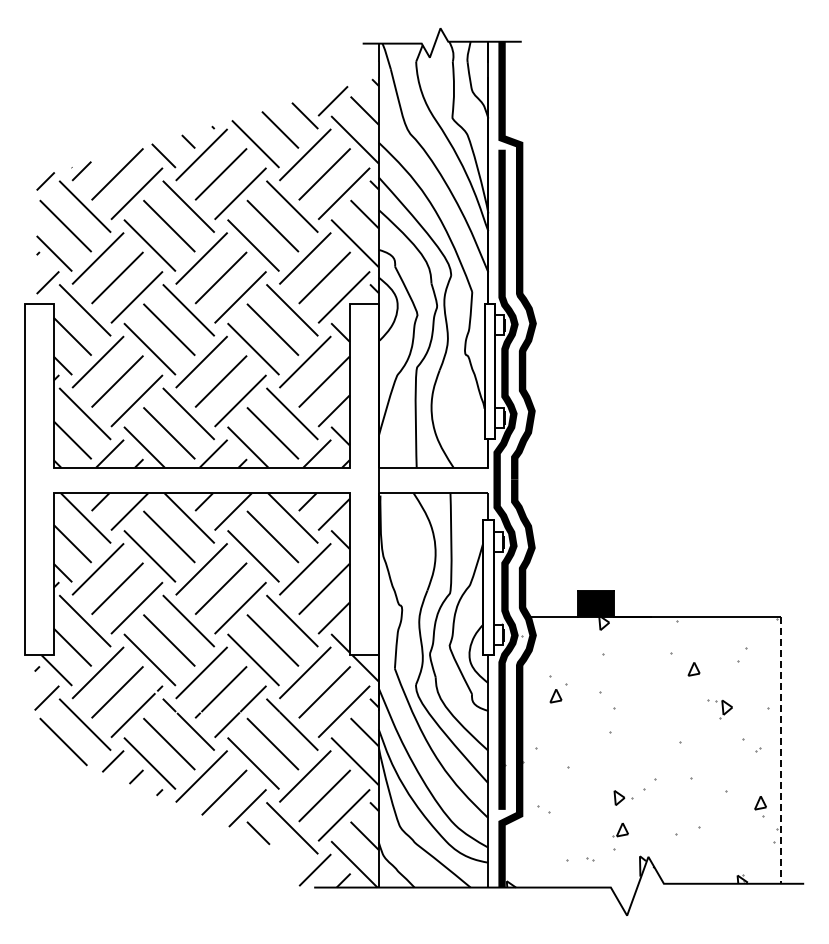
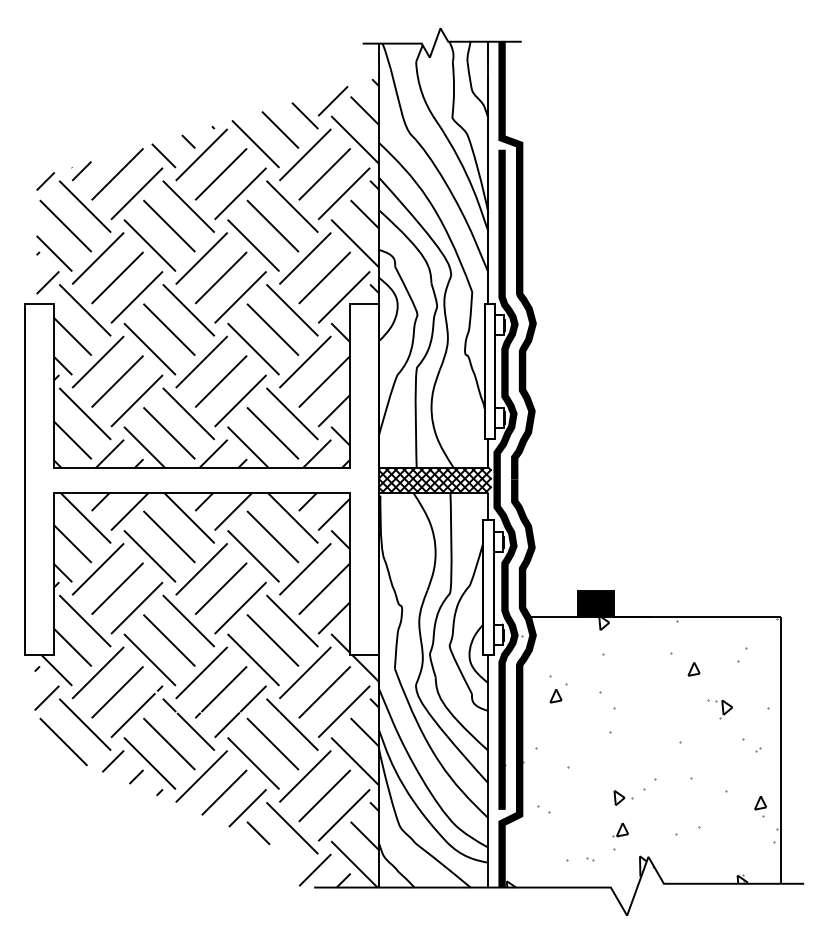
hatch at (434, 480): none -> present
line at (780, 751): dashed -> solid
